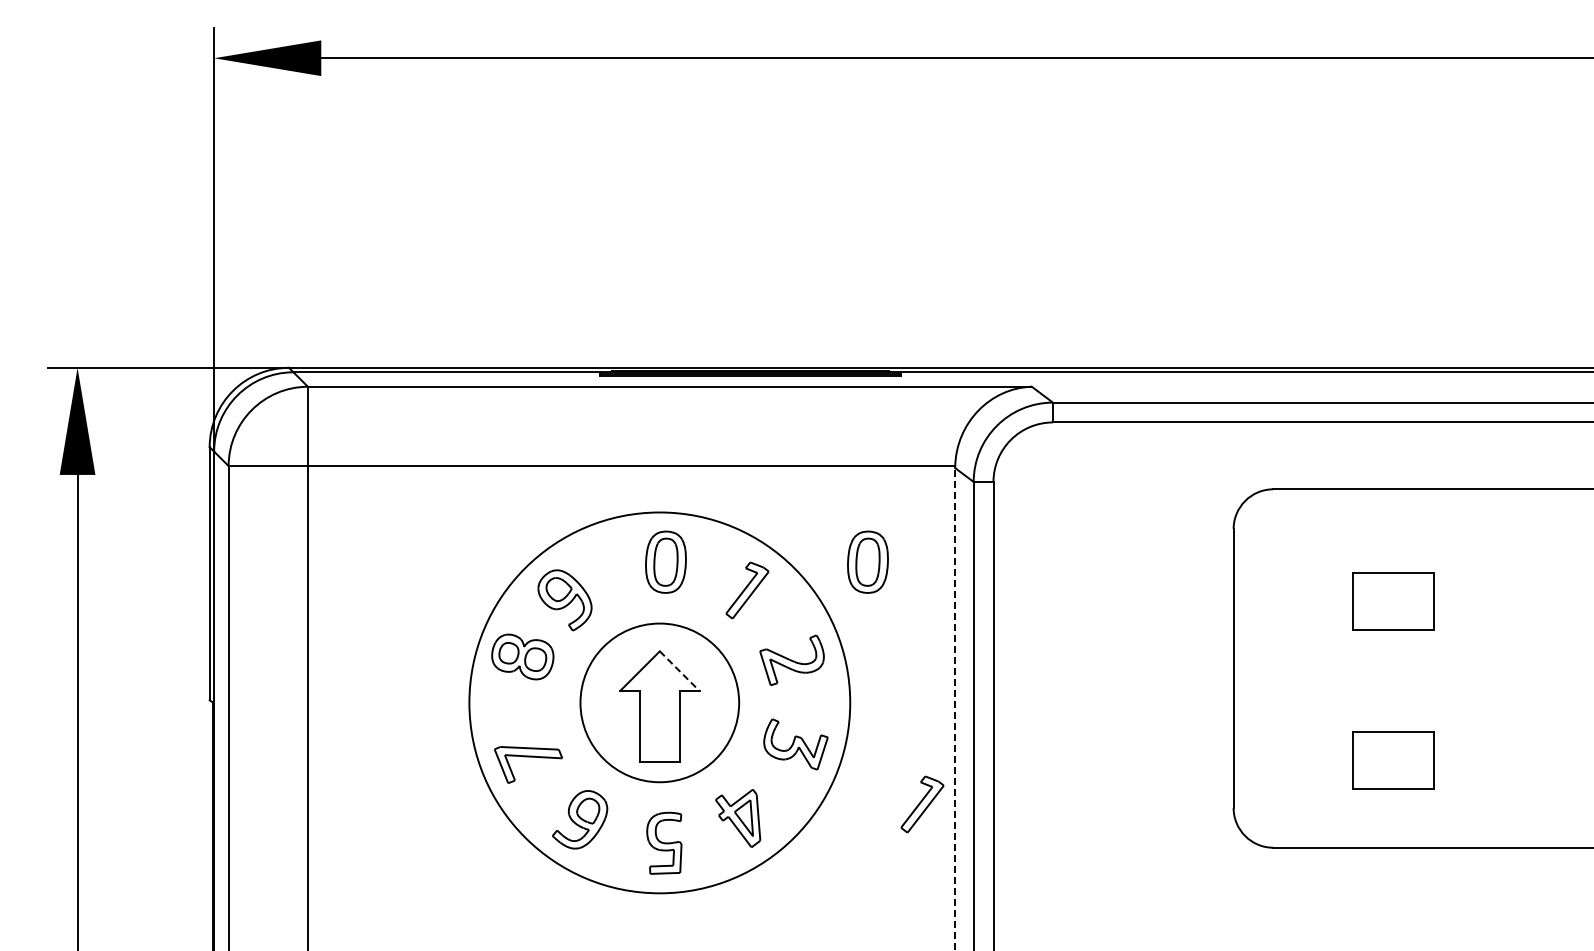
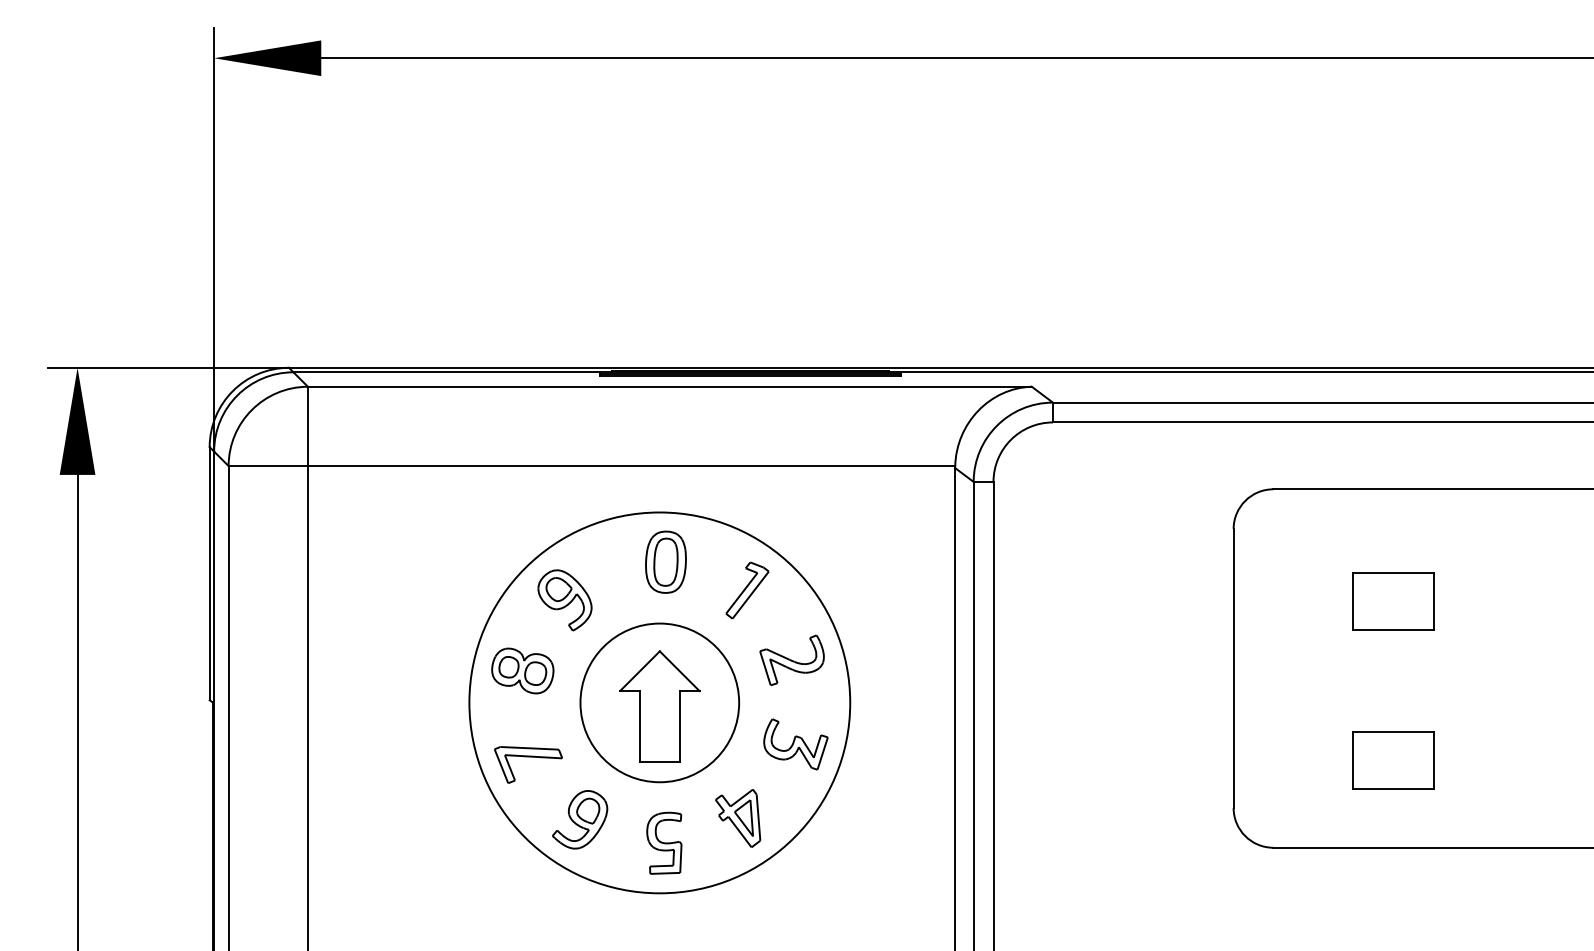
part at (867, 561): present -> none
part at (522, 656) position: (522, 656) -> (522, 670)
line at (680, 671): dashed -> solid
line at (955, 709): dashed -> solid
part at (922, 804): present -> none
